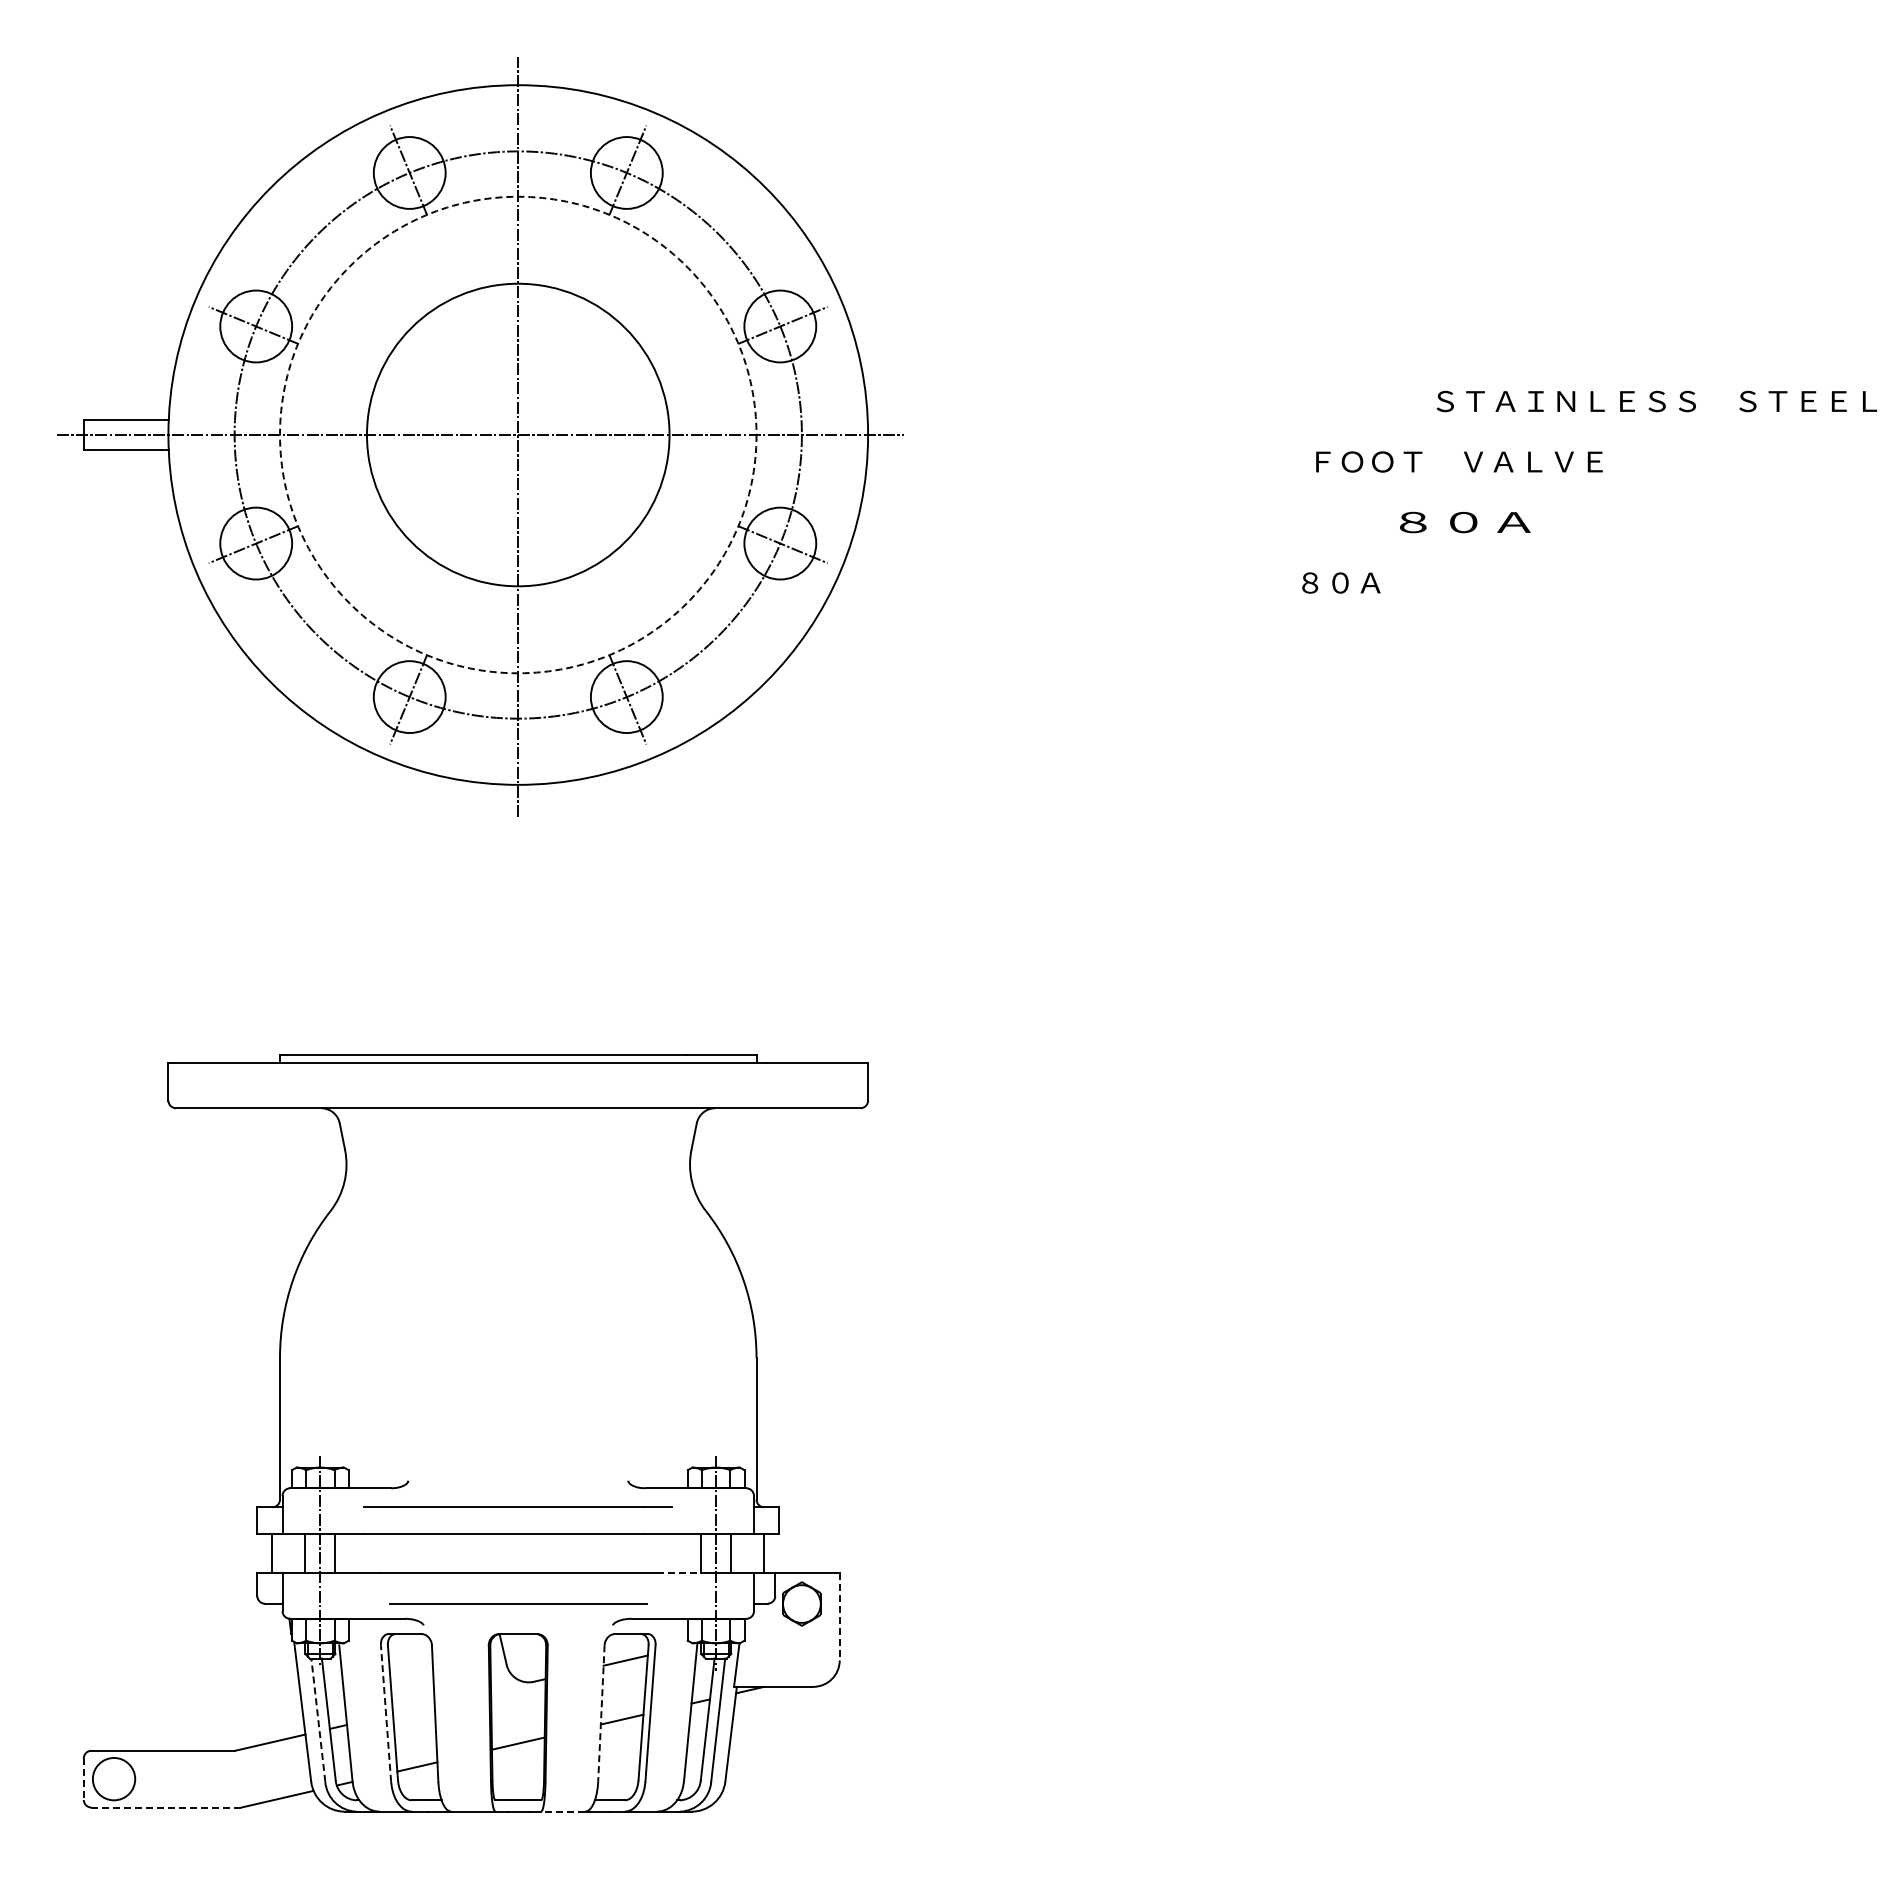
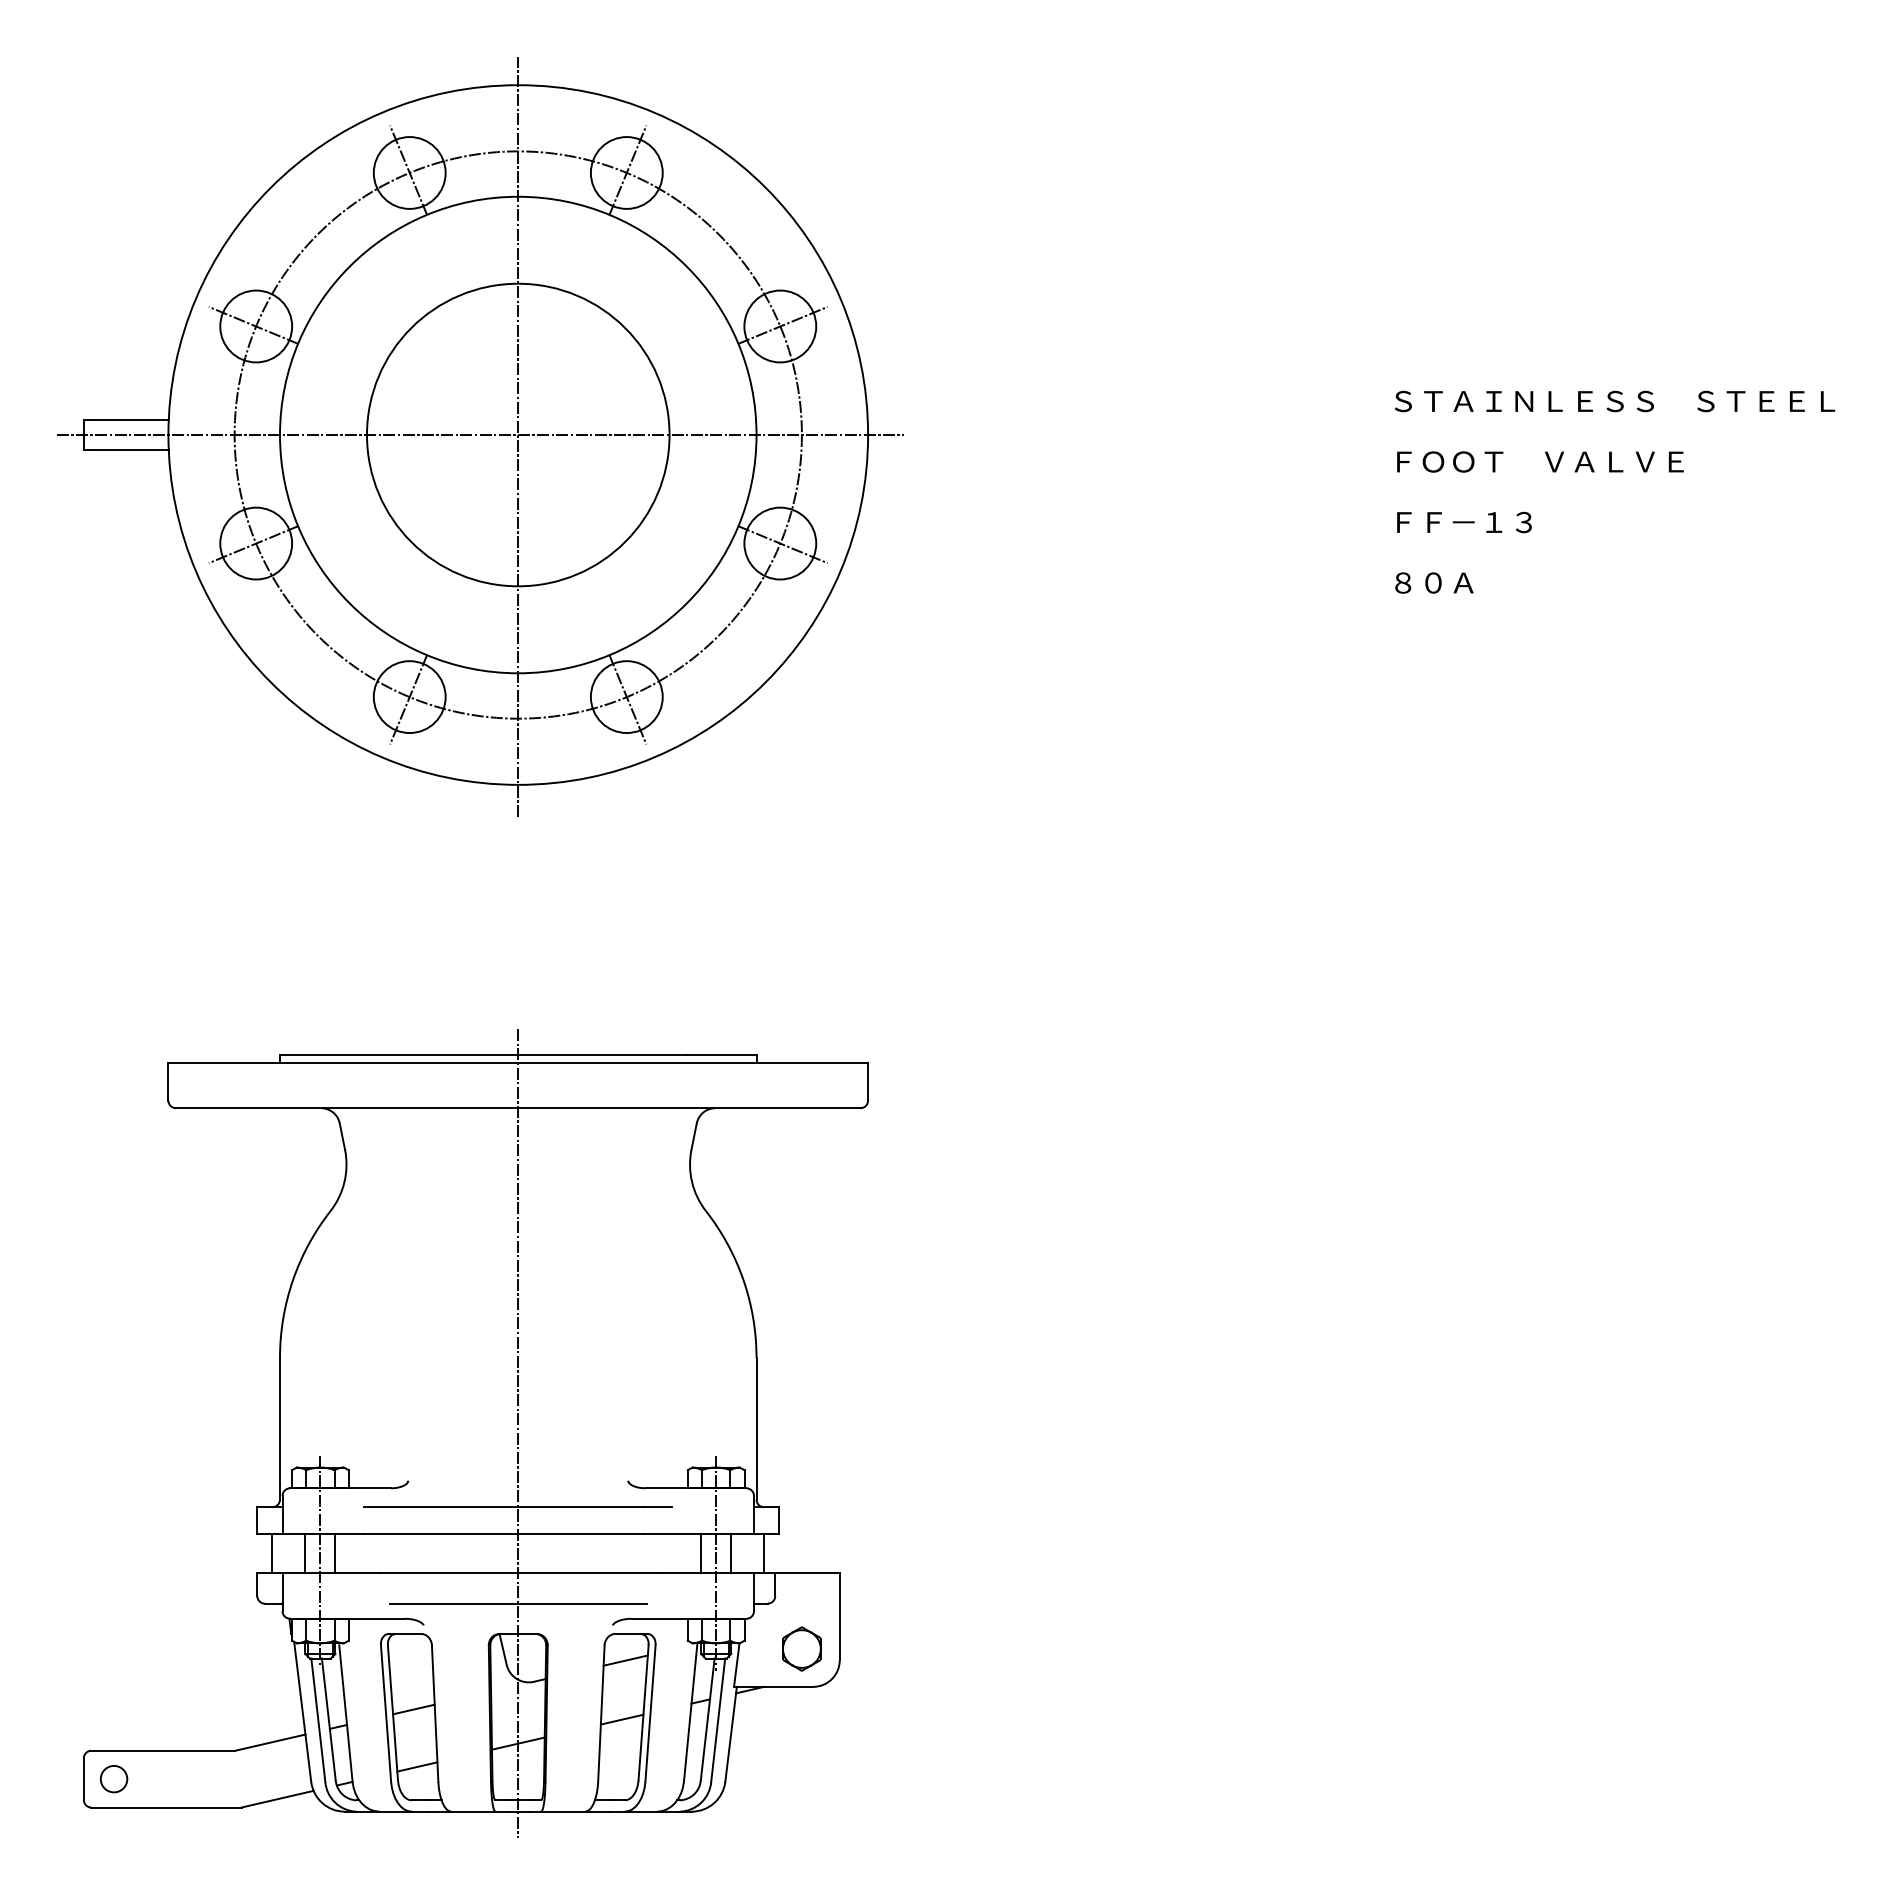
text at (1656, 401) position: (1656, 401) -> (1614, 401)
circle at (518, 434): dashed -> solid
text at (1459, 461) position: (1459, 461) -> (1540, 461)
text at (1464, 522): ８０Ａ -> ＦＦ－１３
text at (1341, 582) position: (1341, 582) -> (1434, 582)
line at (518, 1433): none -> present
line at (681, 1573): dashed -> solid
part at (801, 1603) position: (801, 1603) -> (801, 1648)
line at (839, 1617): dashed -> solid
line at (413, 1709): none -> present
line at (386, 1713): dashed -> solid
line at (601, 1714): dashed -> solid
line at (318, 1719): dashed -> solid
circle at (113, 1778) diameter: 42 px -> 26 px
line at (83, 1779): dashed -> solid
line at (167, 1807): dashed -> solid
line at (562, 1811): dashed -> solid
